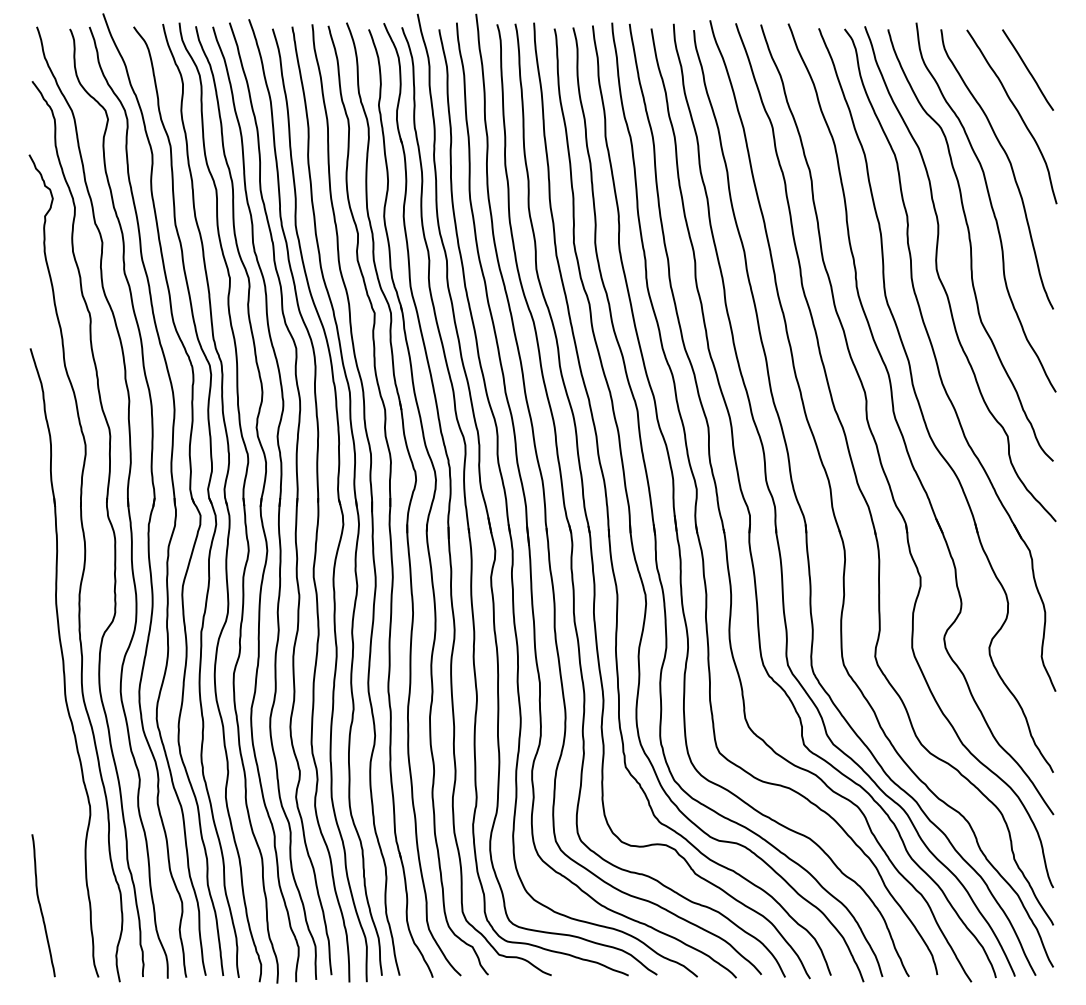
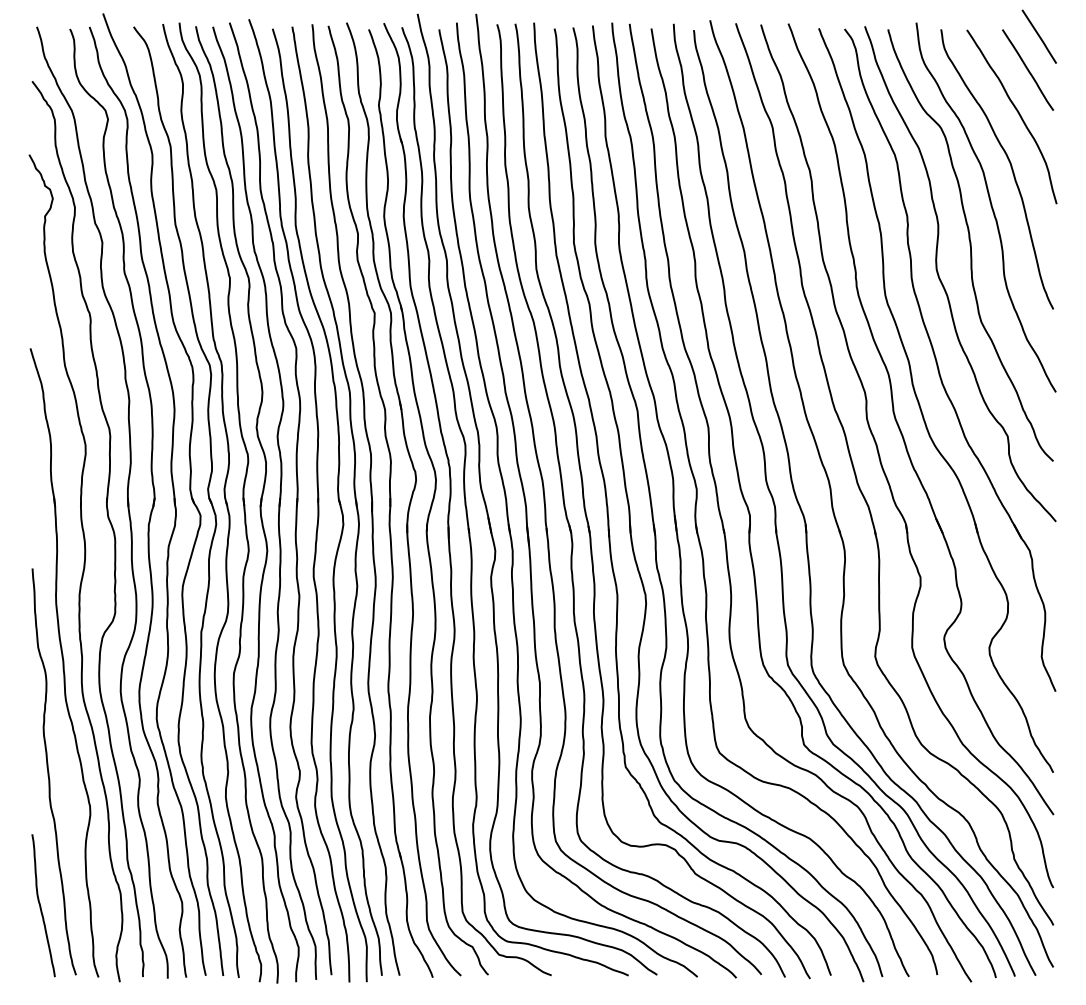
line at (1038, 36): none -> present
curve at (49, 771): none -> present
